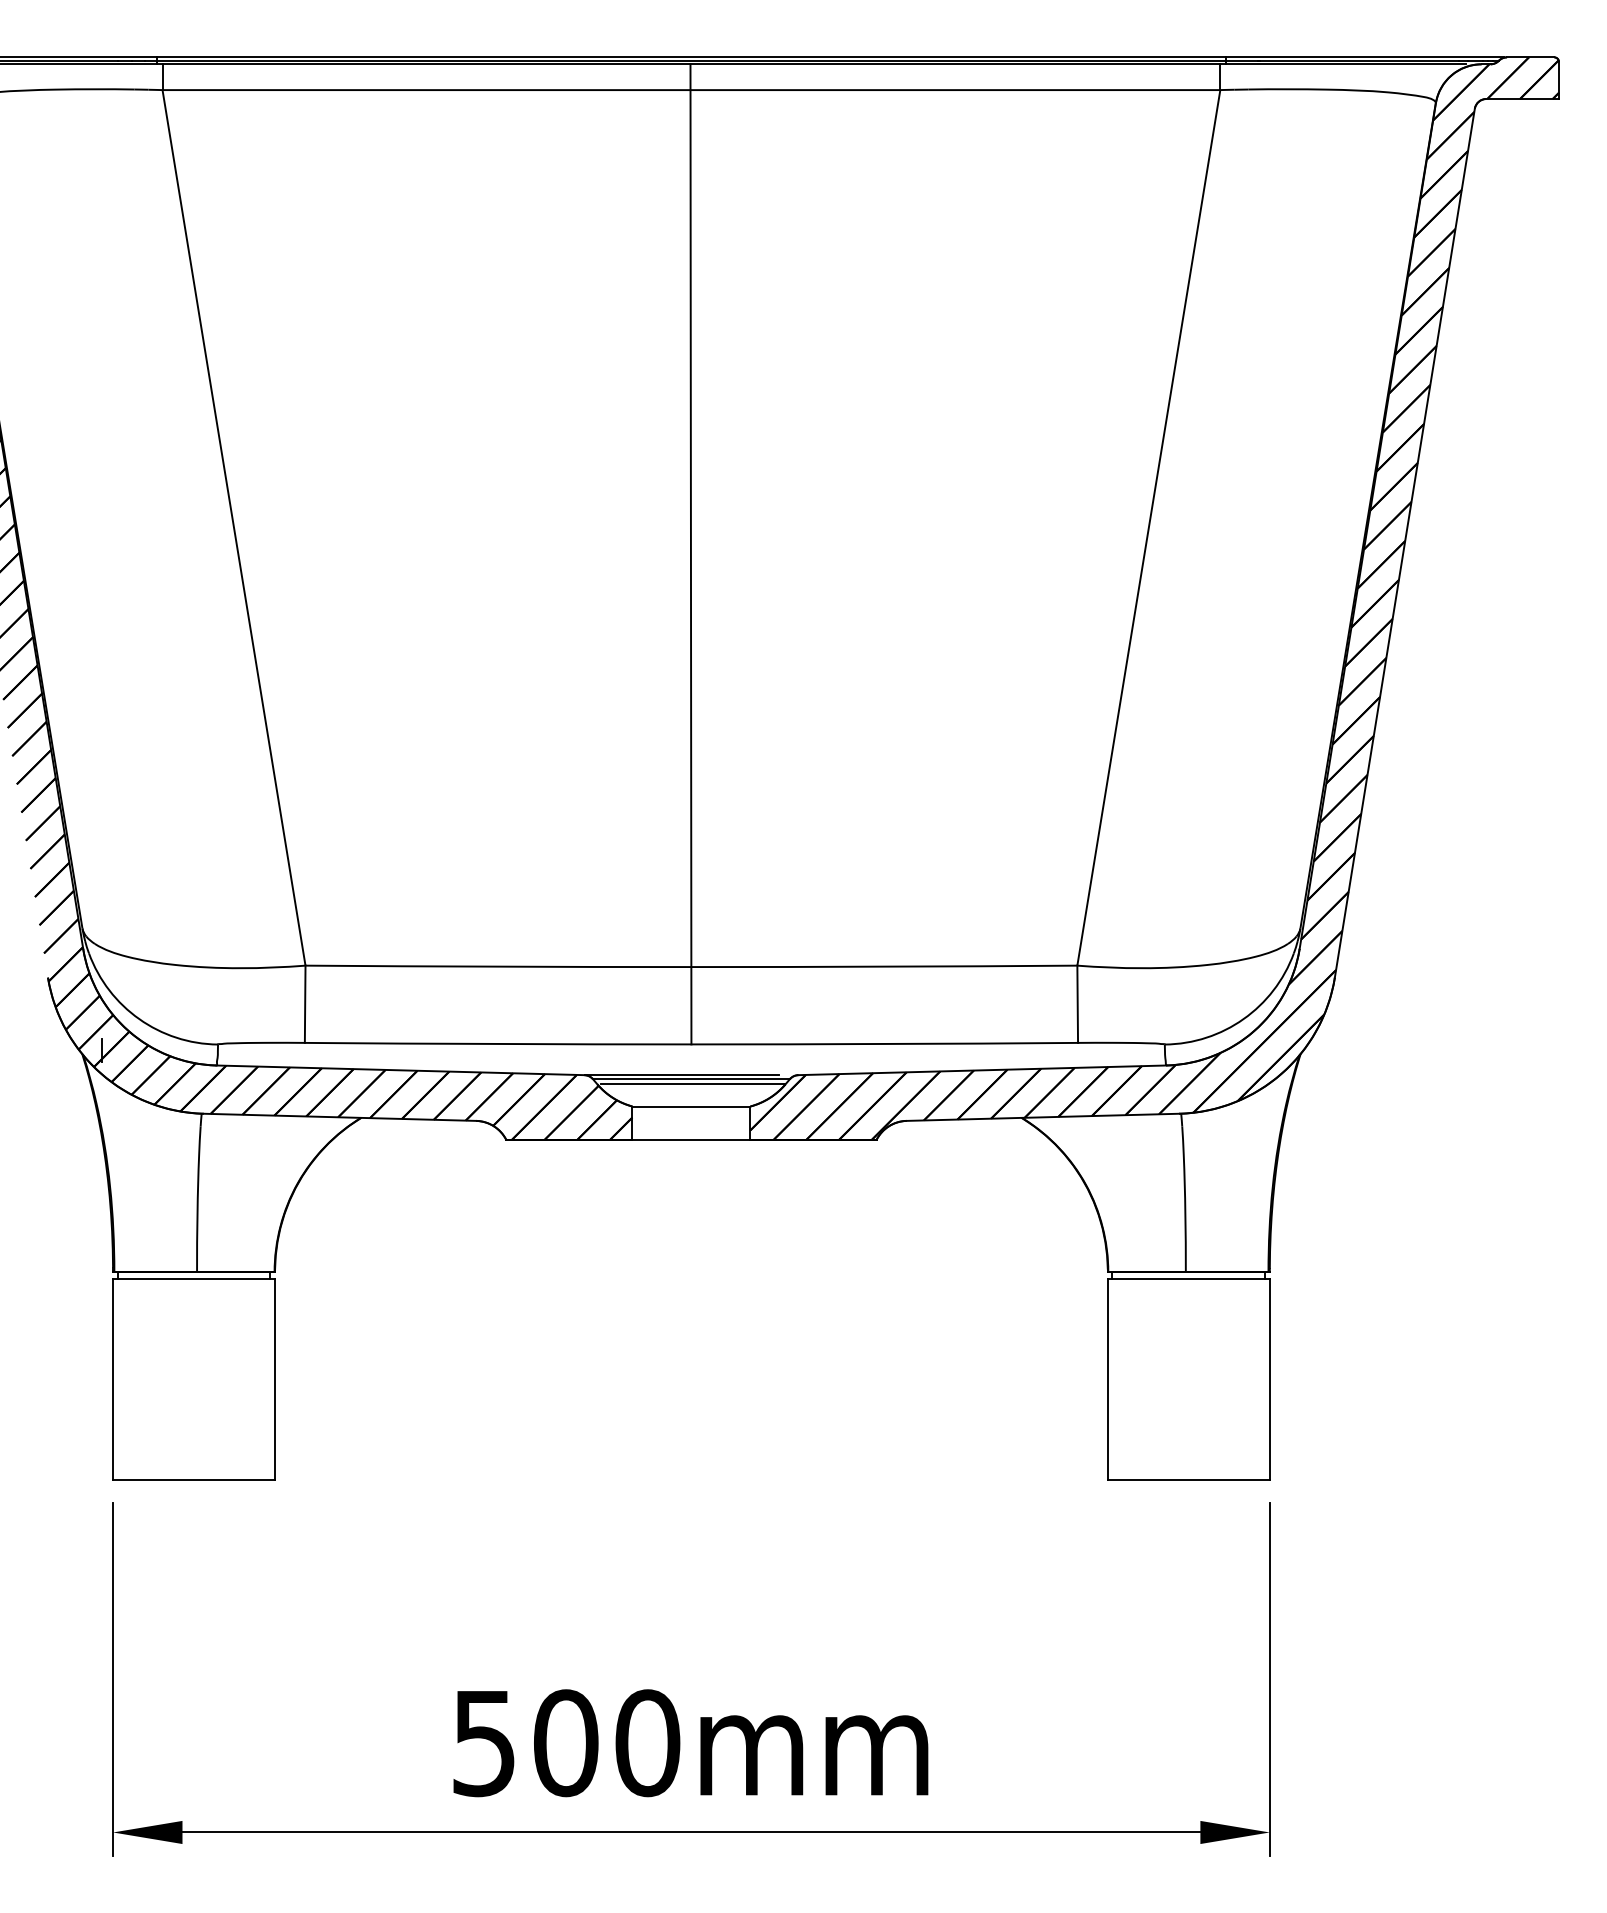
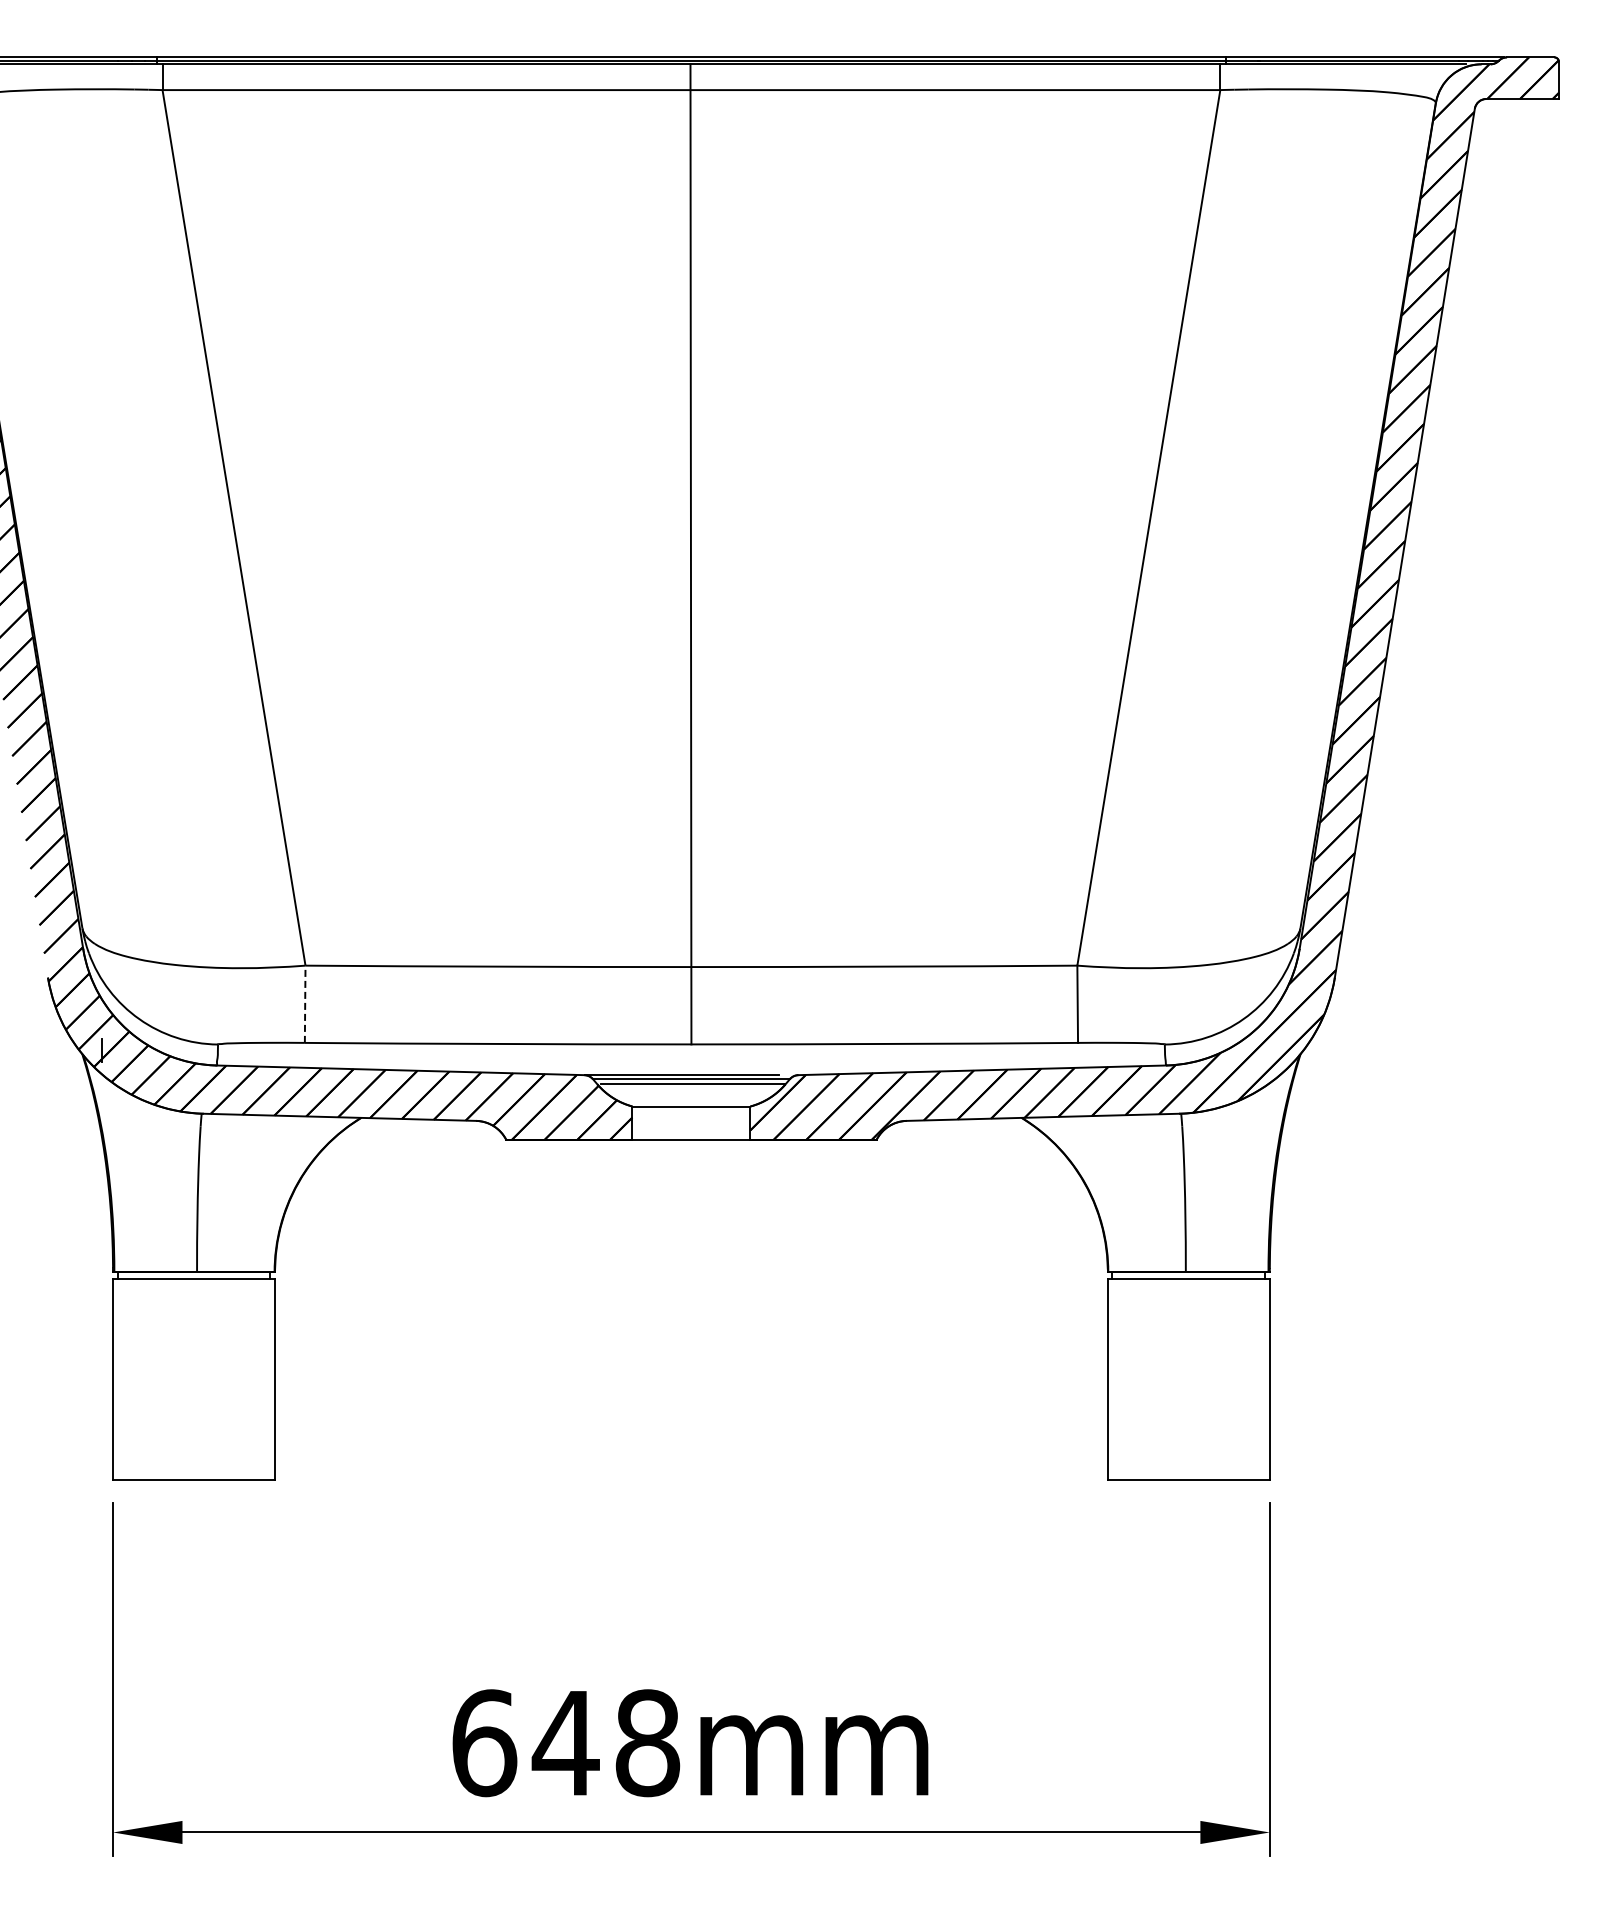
line at (305, 1004): solid -> dashed
text at (566, 1743): 500mm -> 648mm
